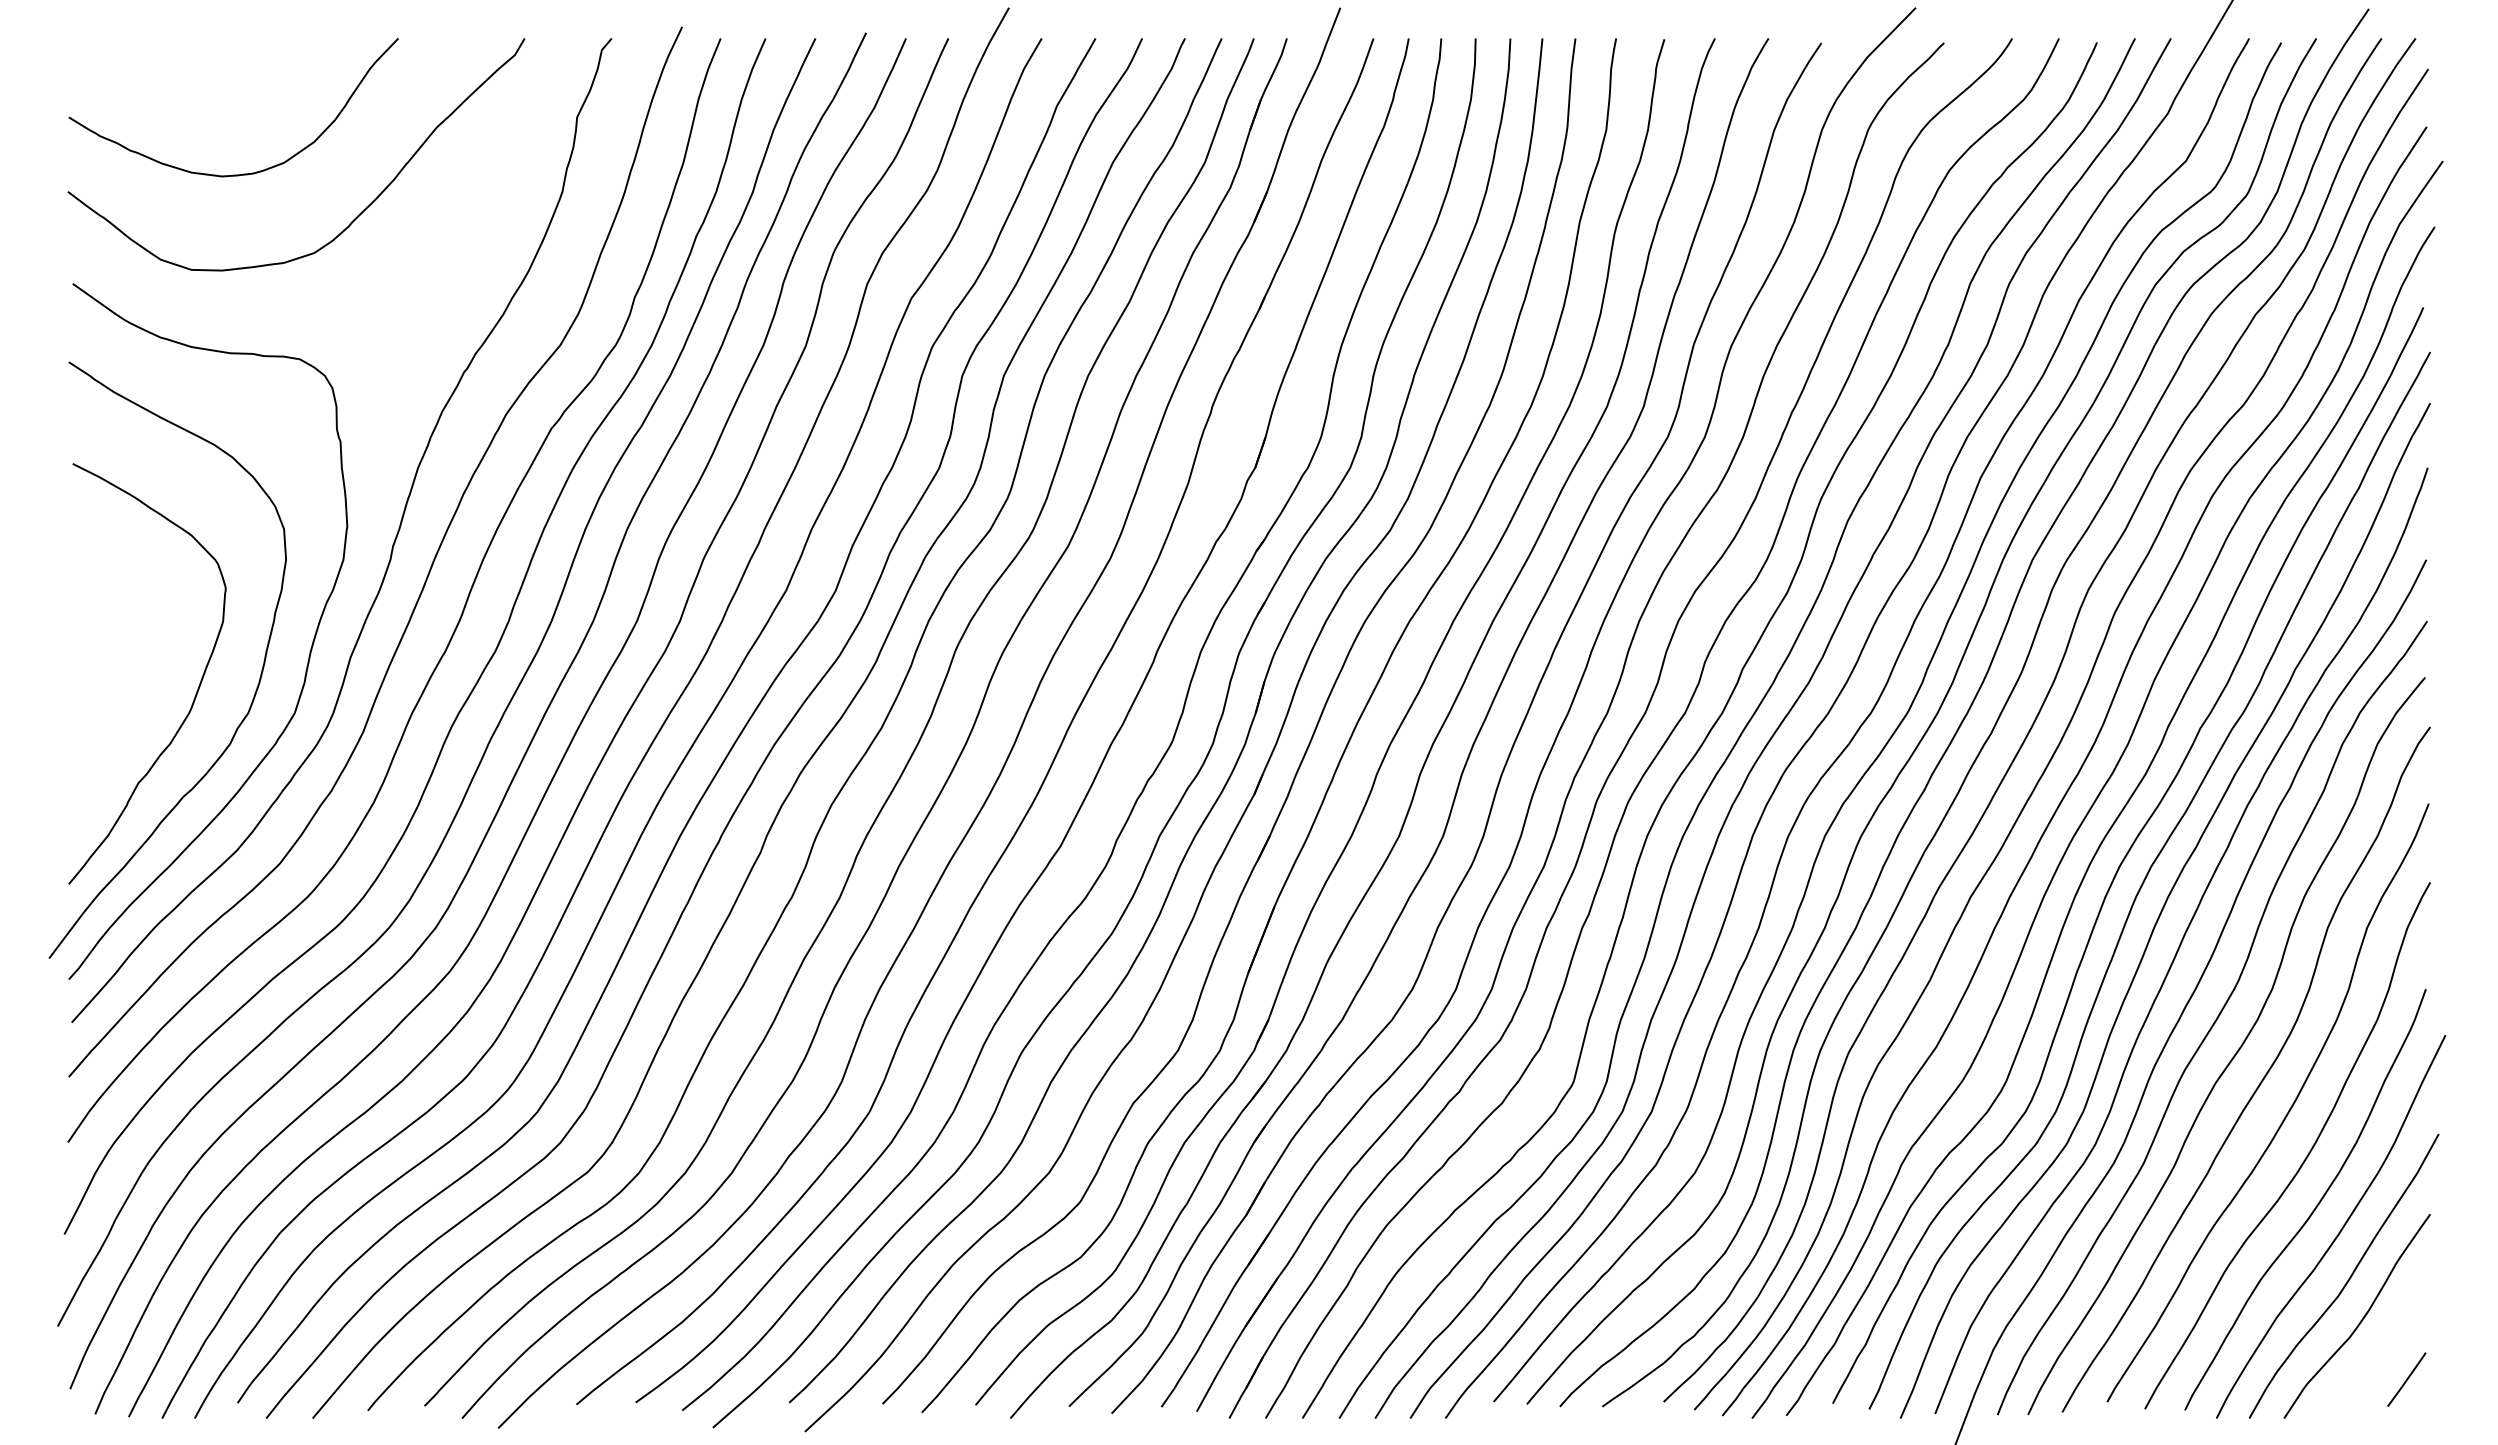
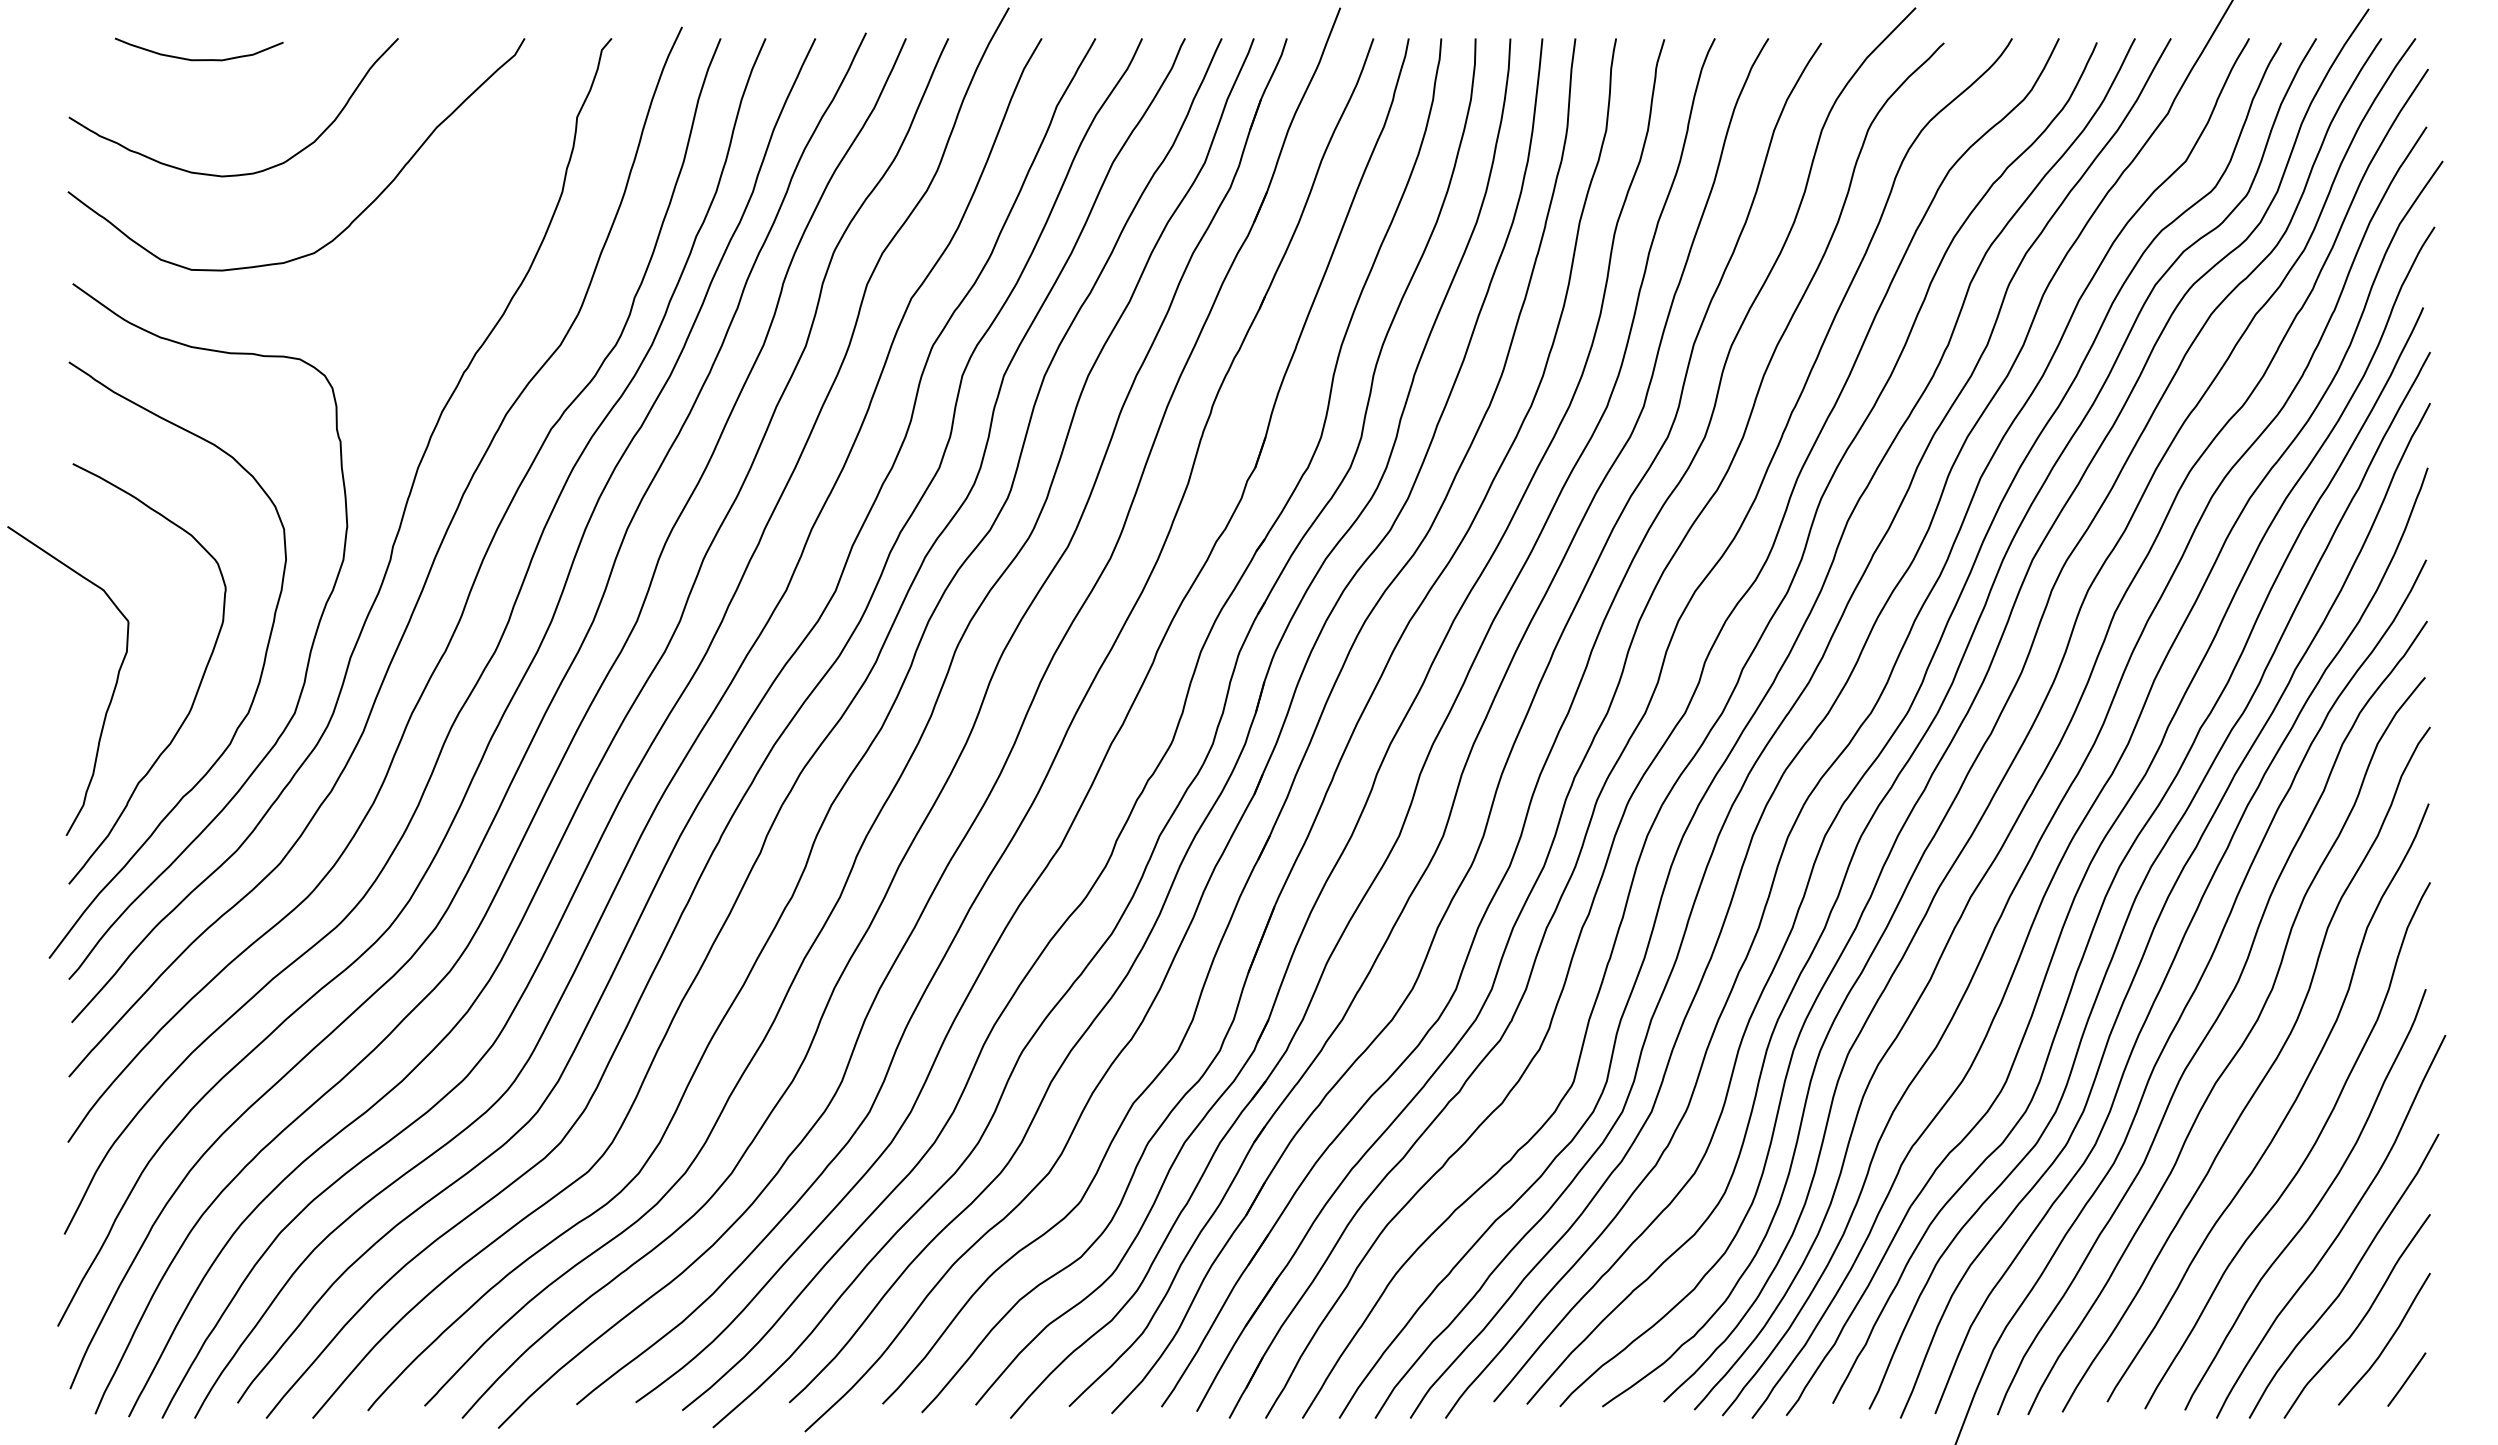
curve at (198, 59): none -> present
curve at (111, 695): none -> present
curve at (2388, 1340): none -> present
